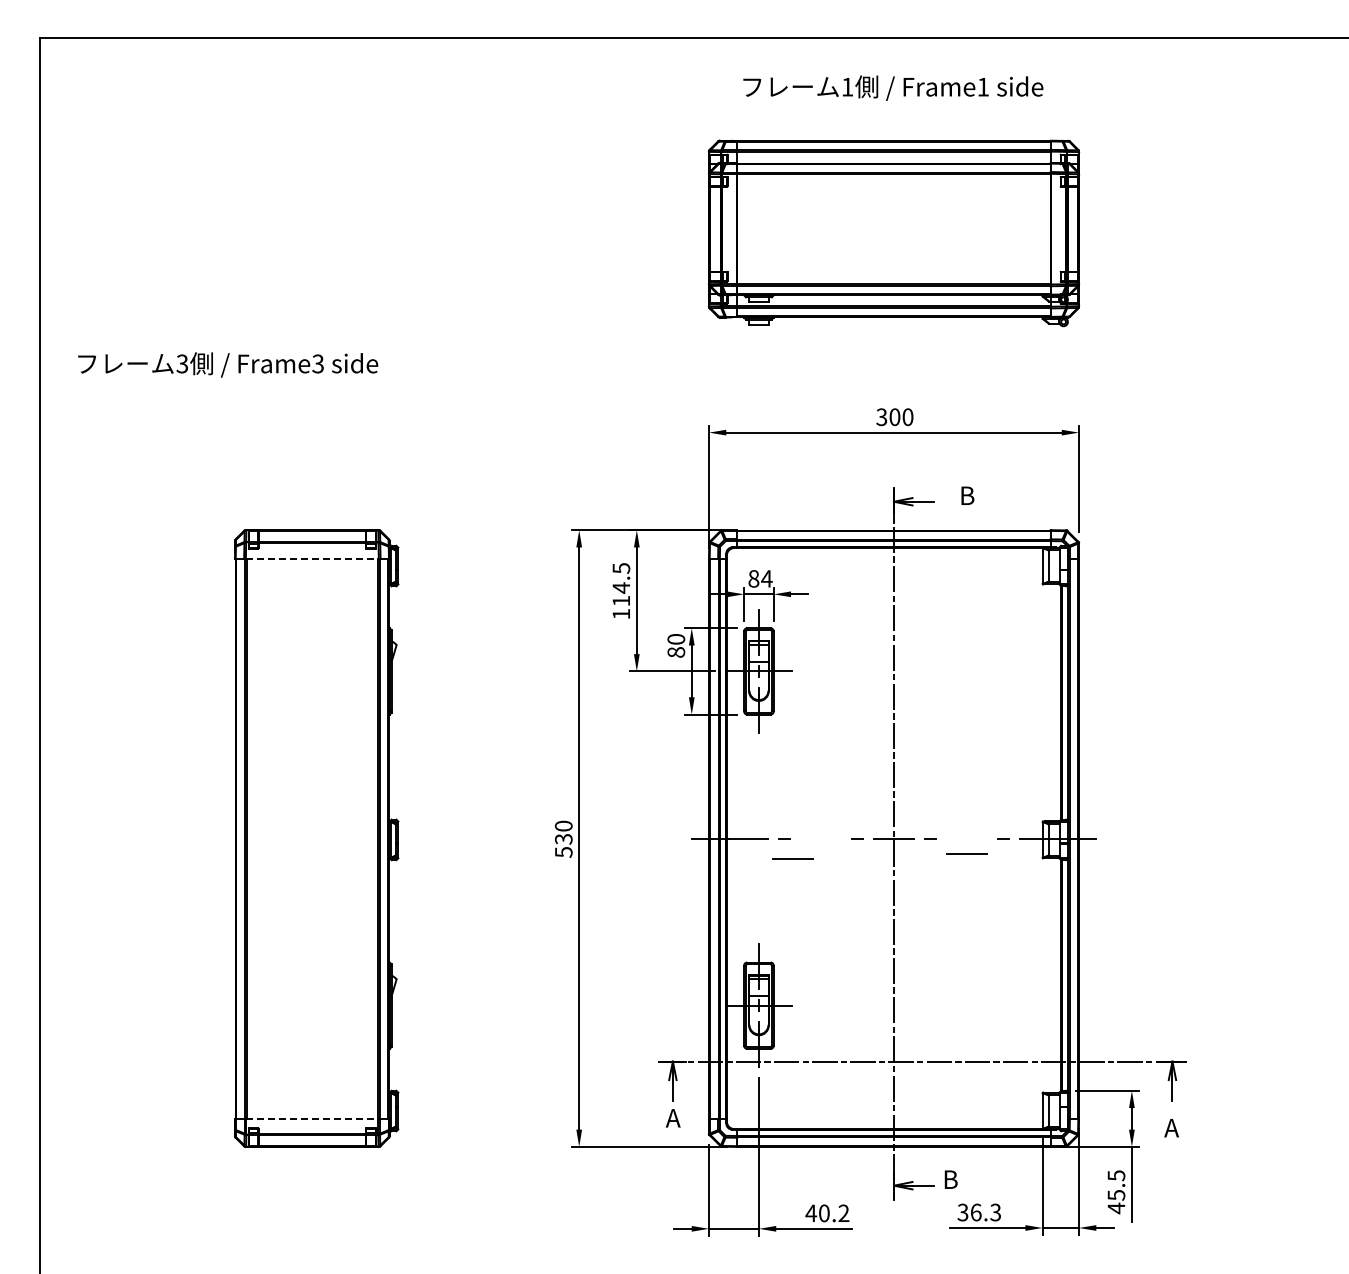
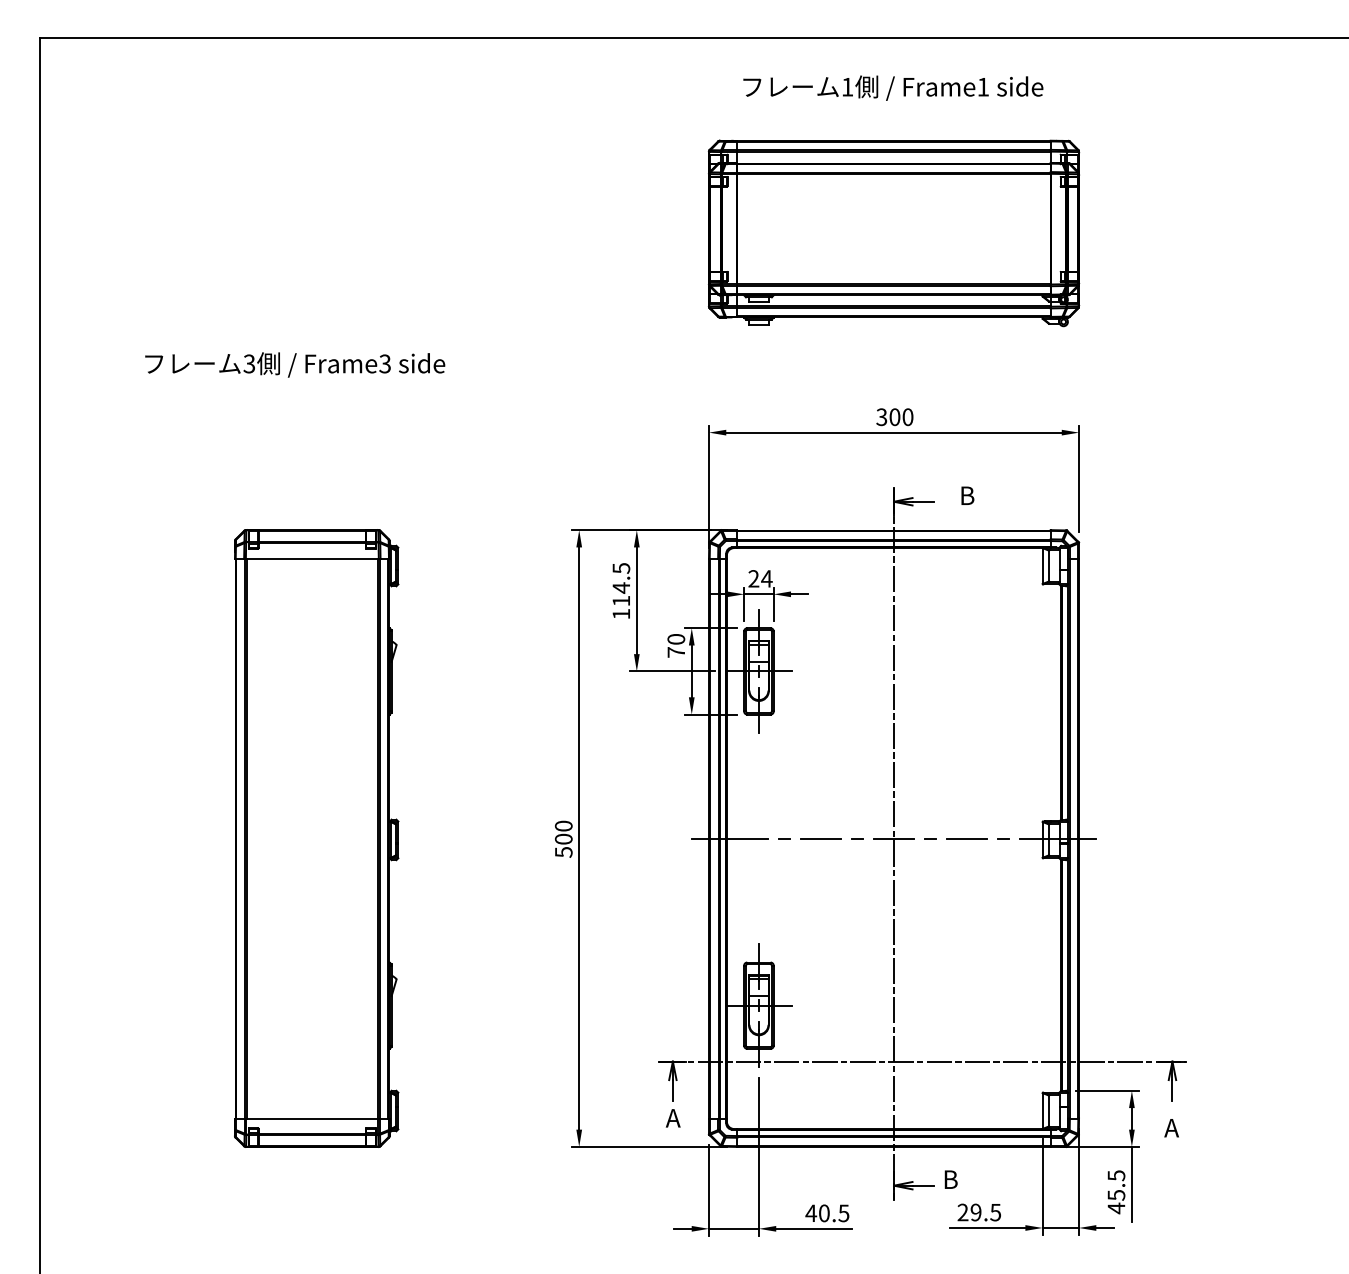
text at (228, 364) position: (228, 364) -> (295, 364)
line at (312, 558): dashed -> solid
text at (753, 578): 84 -> 24
text at (676, 652): 80 -> 70
text at (563, 838): 530 -> 500
line at (966, 853) position: (966, 853) -> (966, 838)
line at (792, 858) position: (792, 858) -> (820, 838)
line at (312, 1118): dashed -> solid
text at (979, 1212): 36.3 -> 29.5
text at (843, 1213): 40.2 -> 40.5
